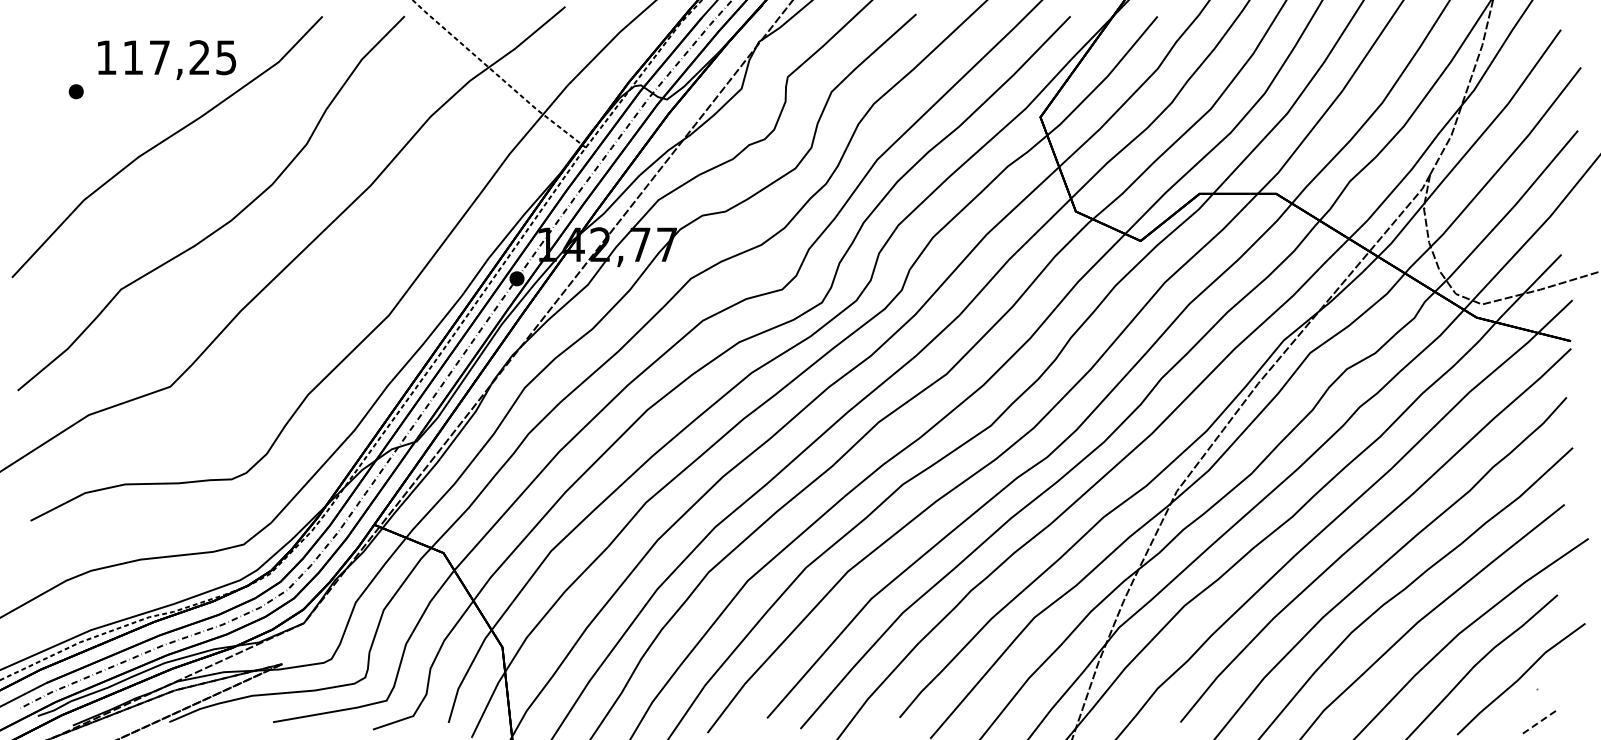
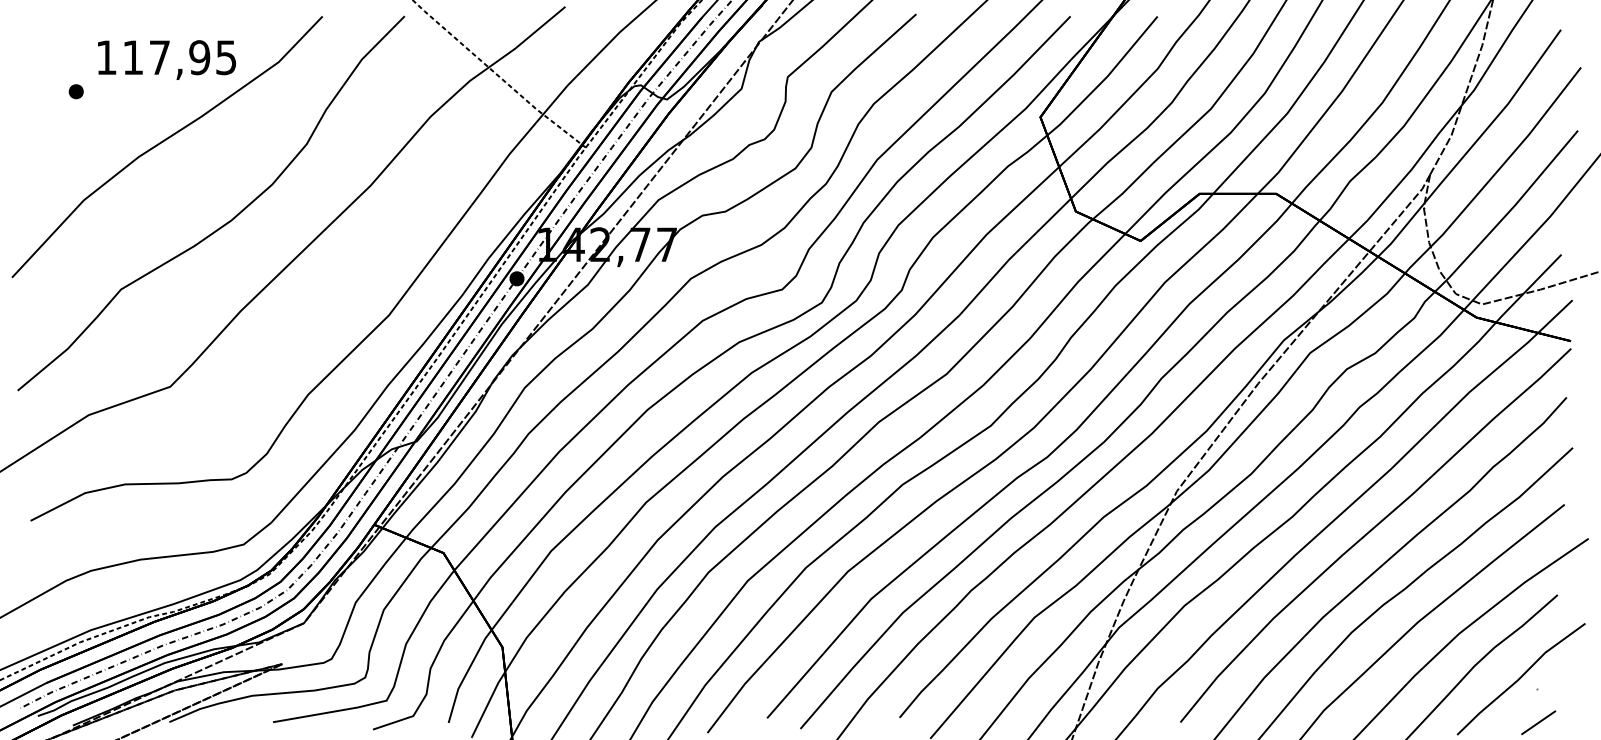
text at (199, 57): 117,25 -> 117,95
line at (1538, 722): dashed -> solid
